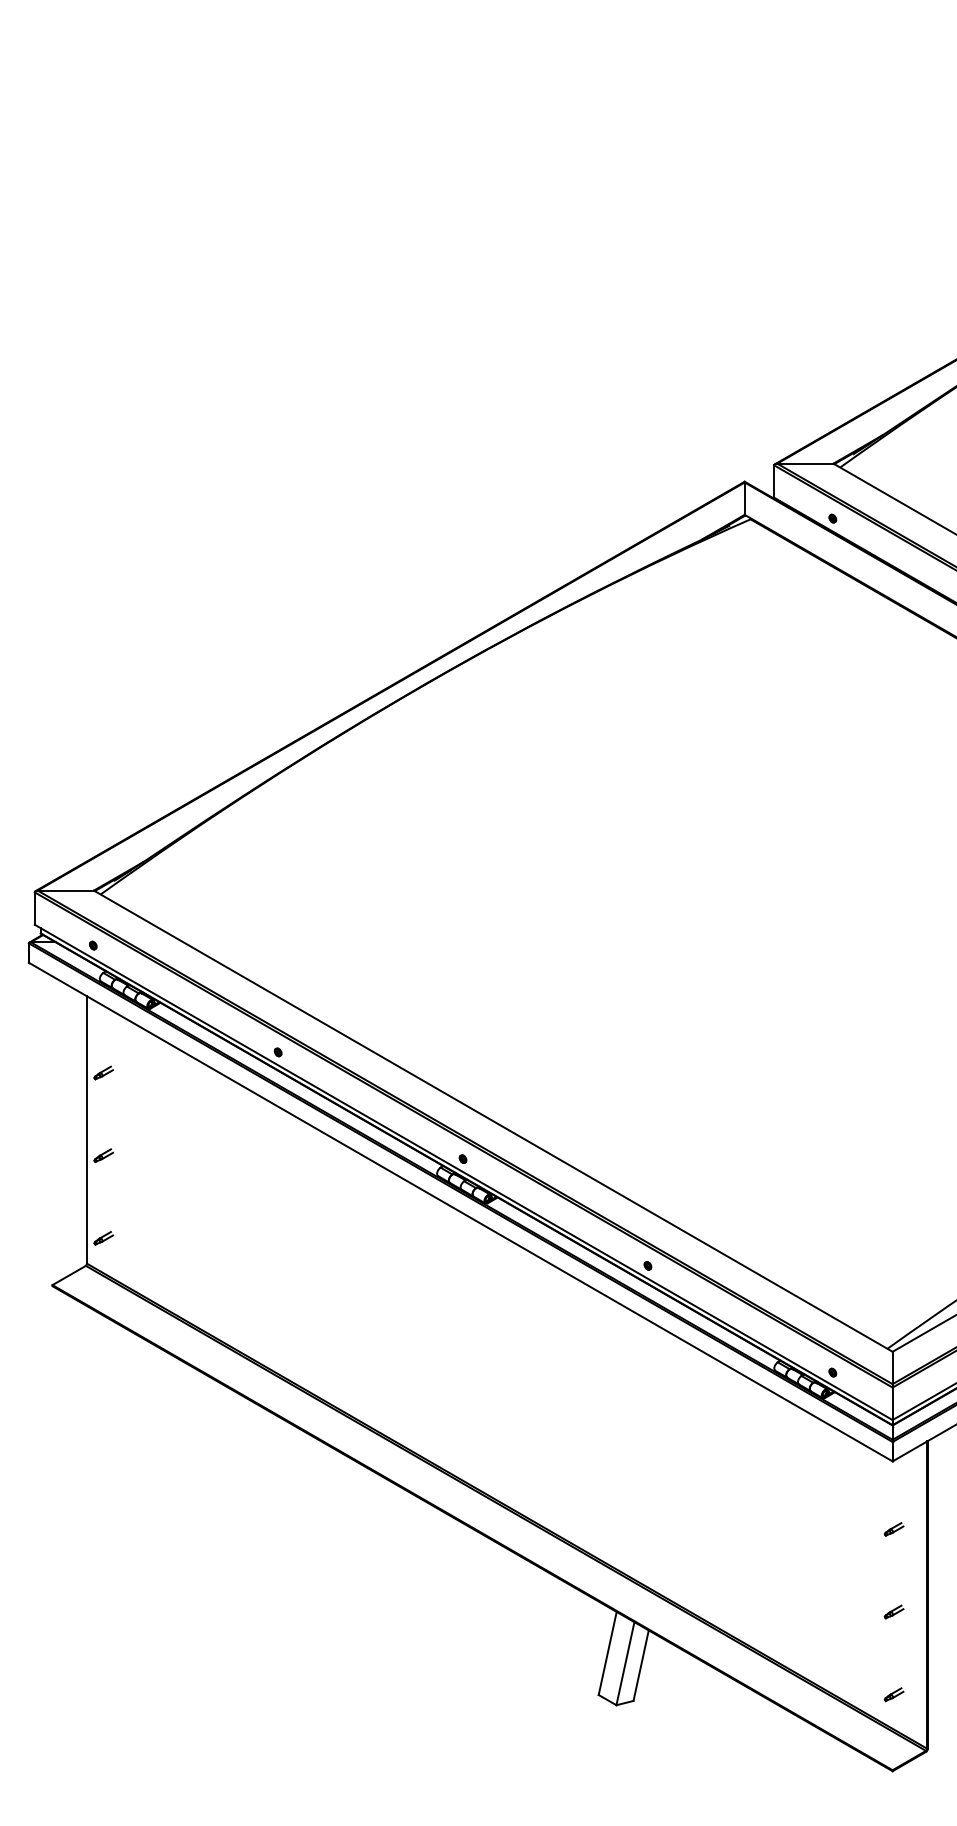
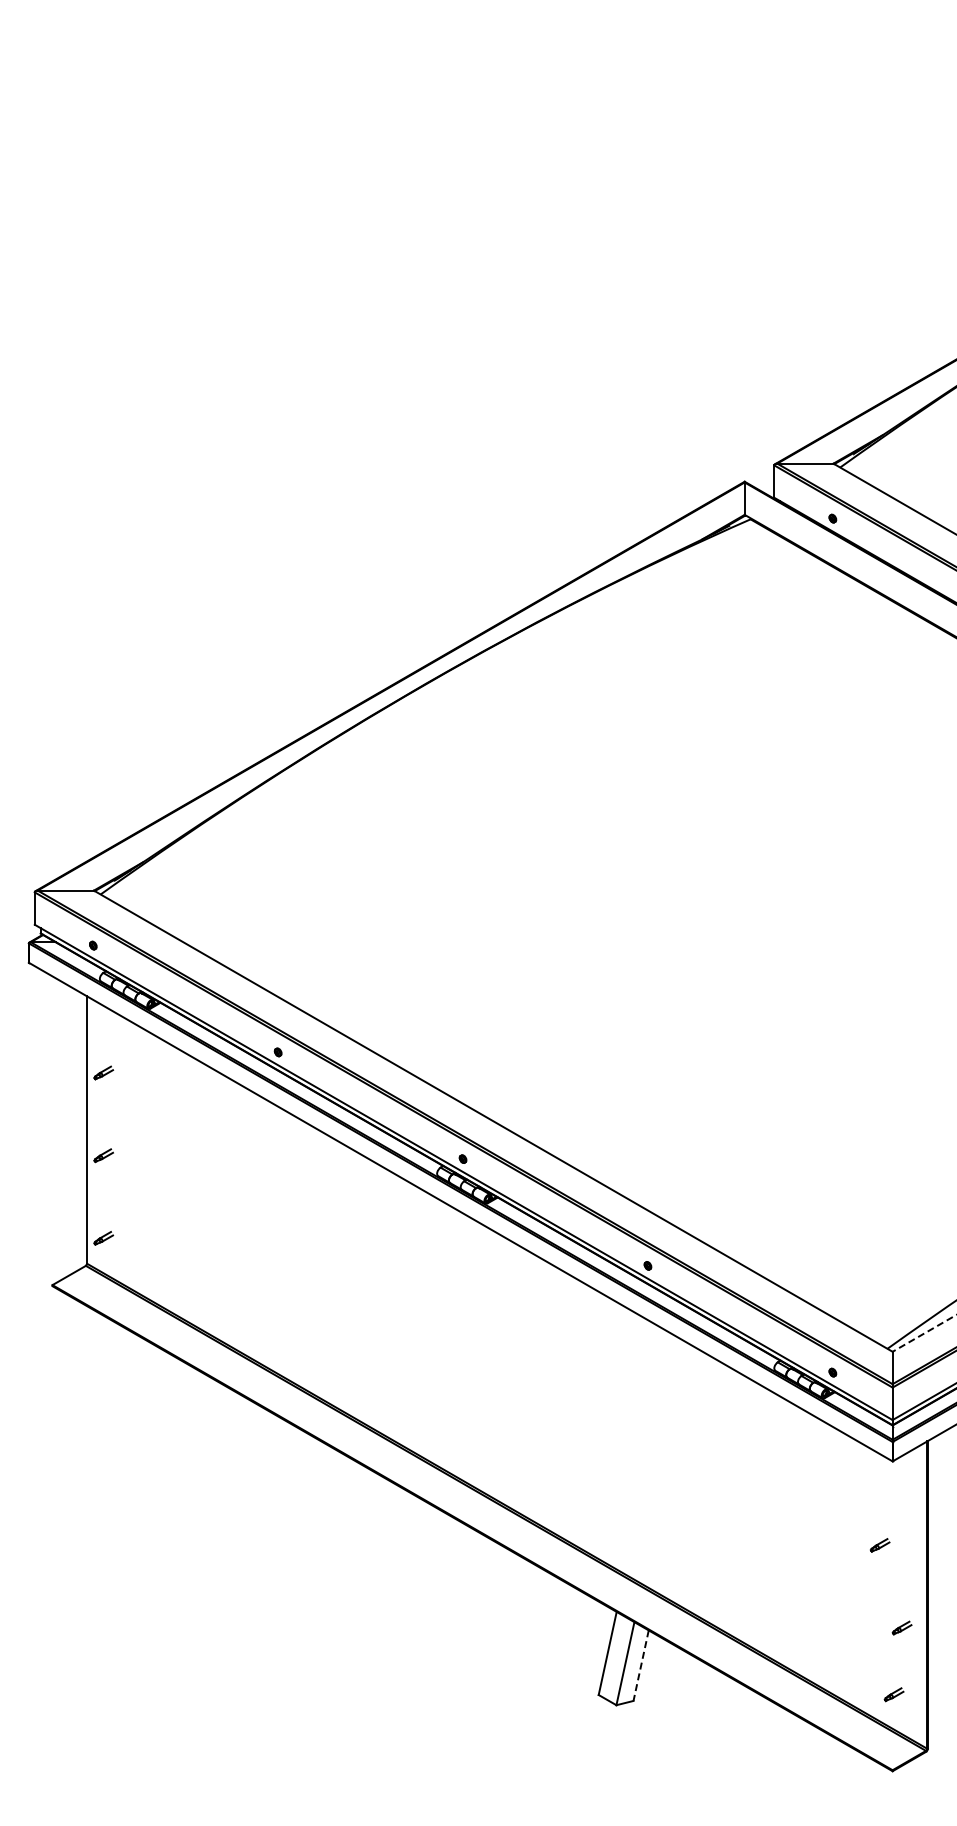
line at (924, 1333): solid -> dashed
part at (893, 1529) position: (893, 1529) -> (879, 1545)
part at (893, 1611) position: (893, 1611) -> (901, 1627)
line at (641, 1666): solid -> dashed
